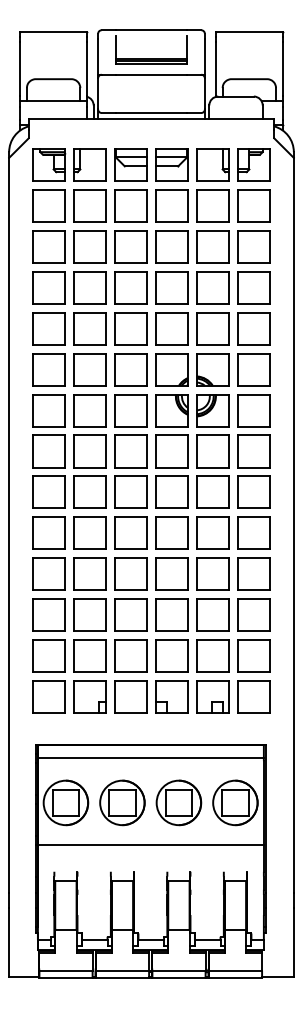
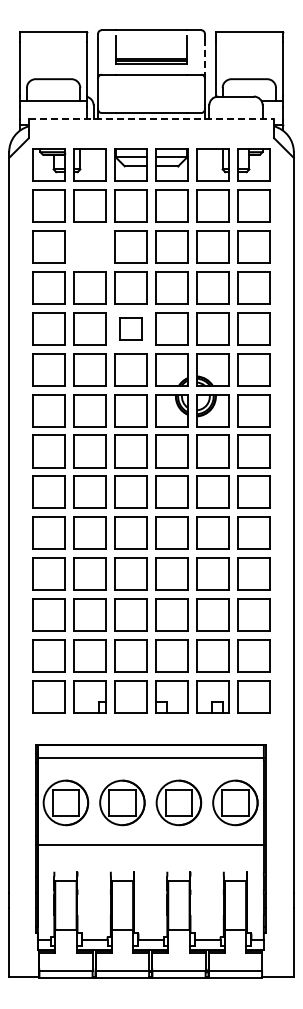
line at (204, 57): solid -> dashed
line at (151, 118): solid -> dashed
part at (89, 246): present -> none
part at (130, 328) size: 34x34 px -> 24x24 px
